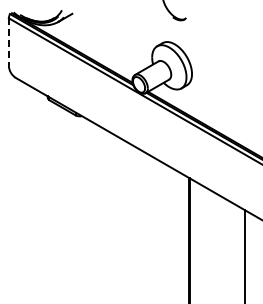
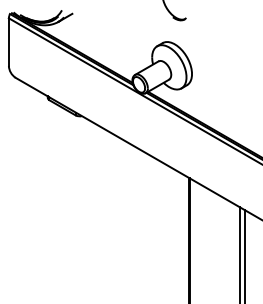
line at (8, 42): dashed -> solid
line at (239, 253): none -> present
